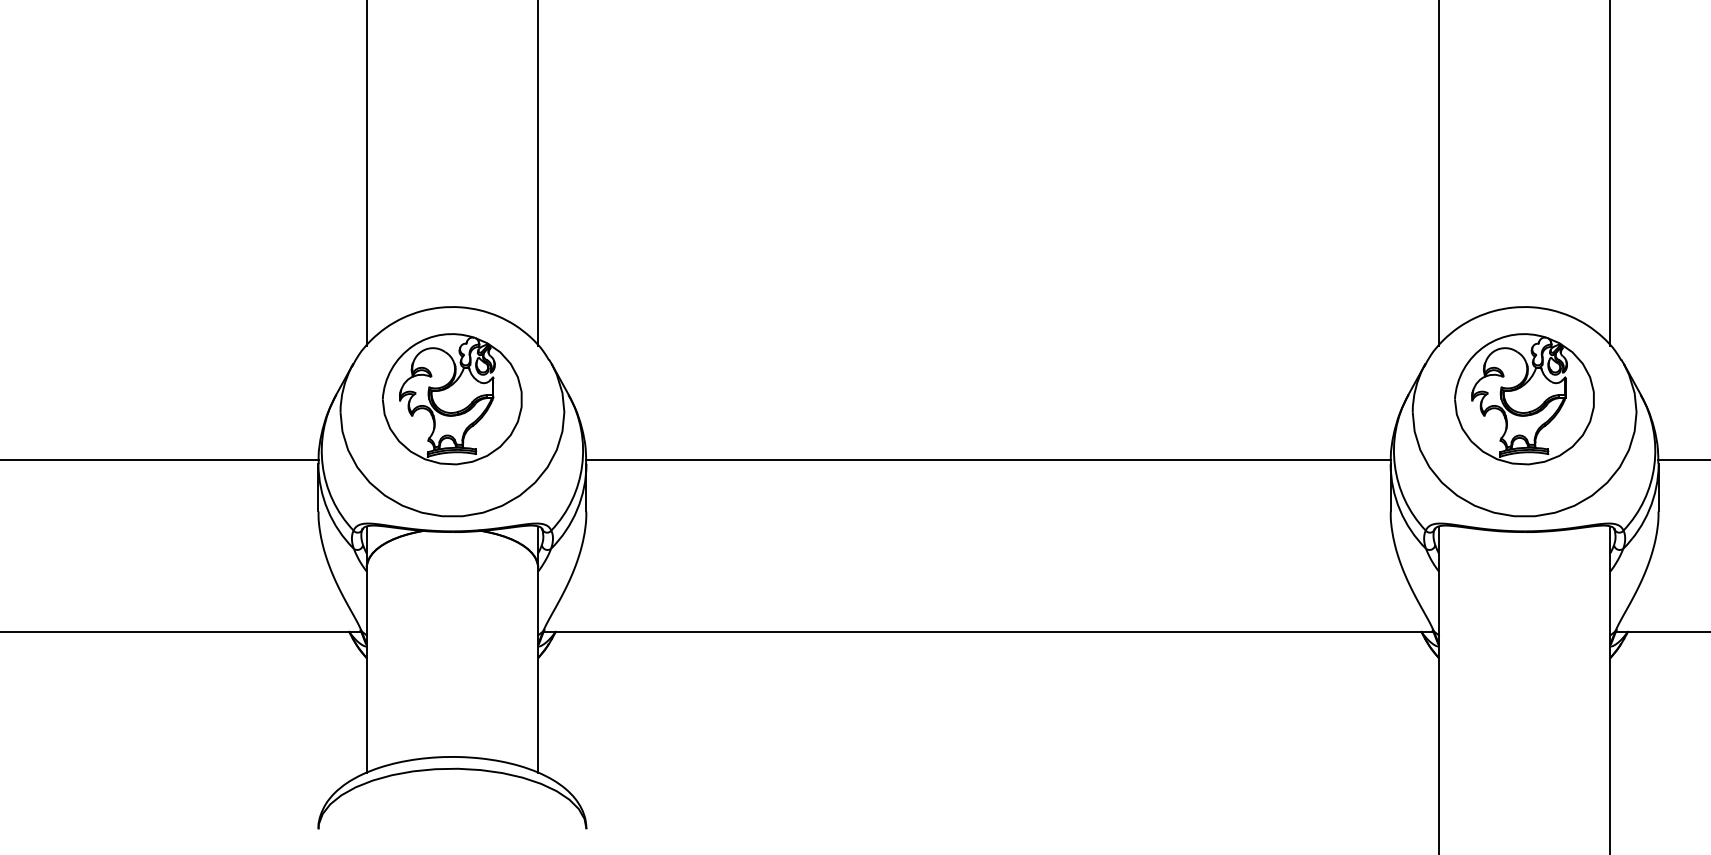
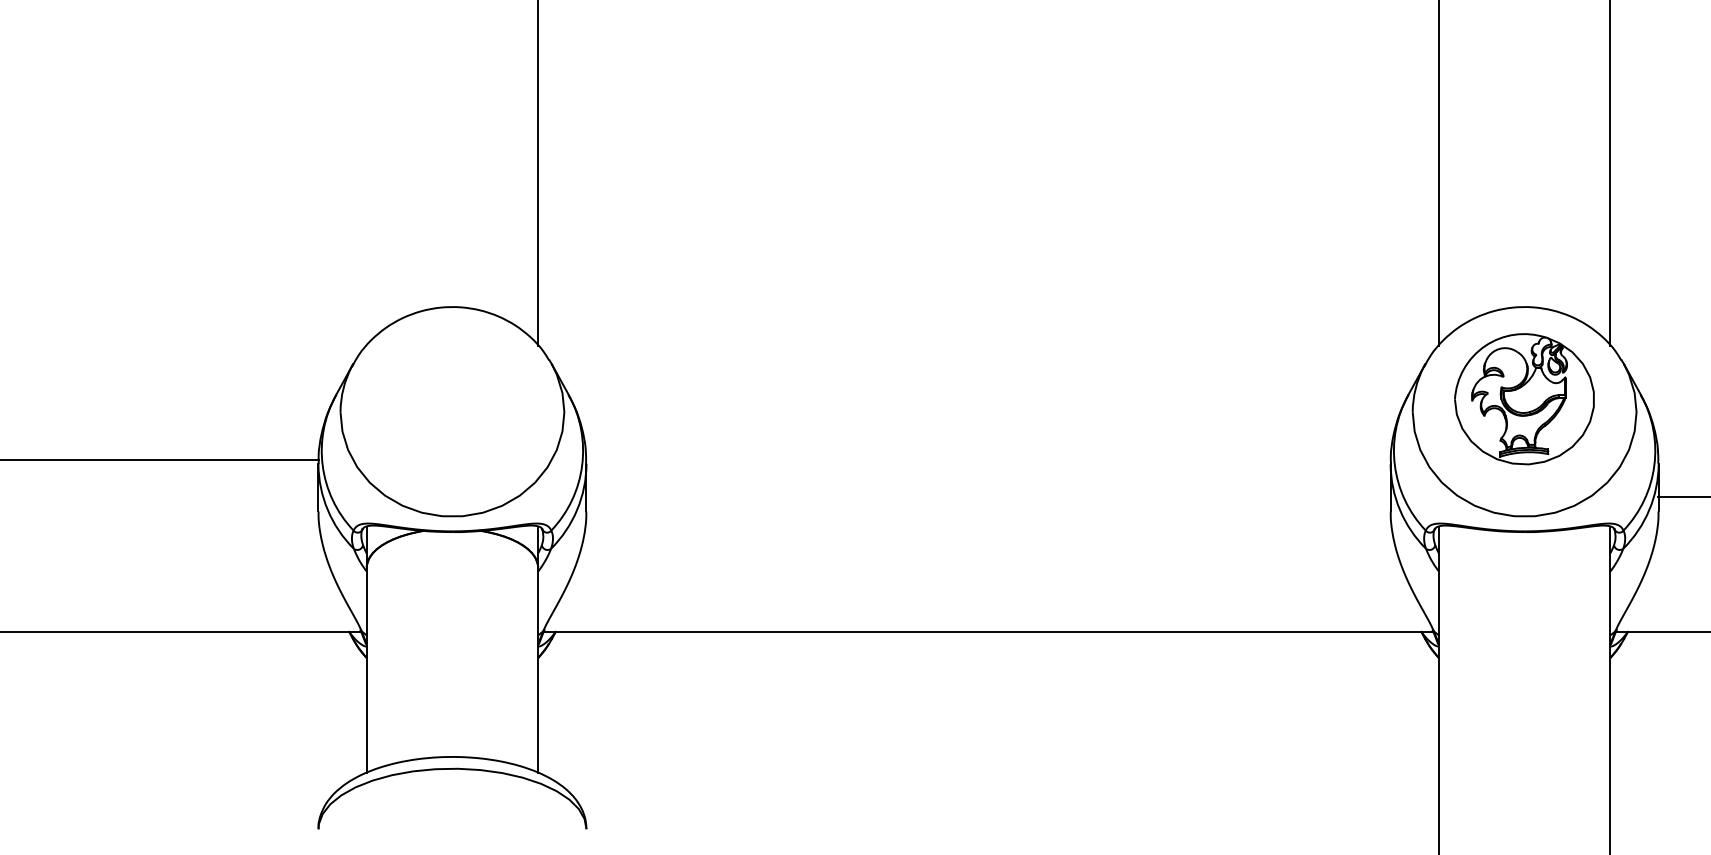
line at (366, 174): present -> none
part at (451, 399): present -> none
line at (988, 460): present -> none
line at (1682, 460) position: (1682, 460) -> (1682, 497)
